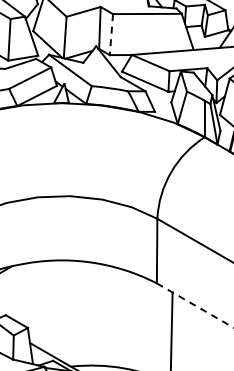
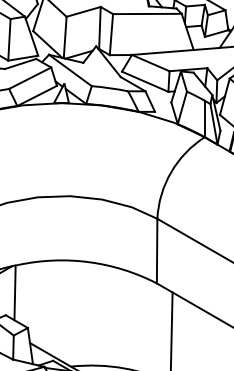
line at (111, 34): dashed -> solid
line at (14, 292): none -> present
line at (195, 305): dashed -> solid
